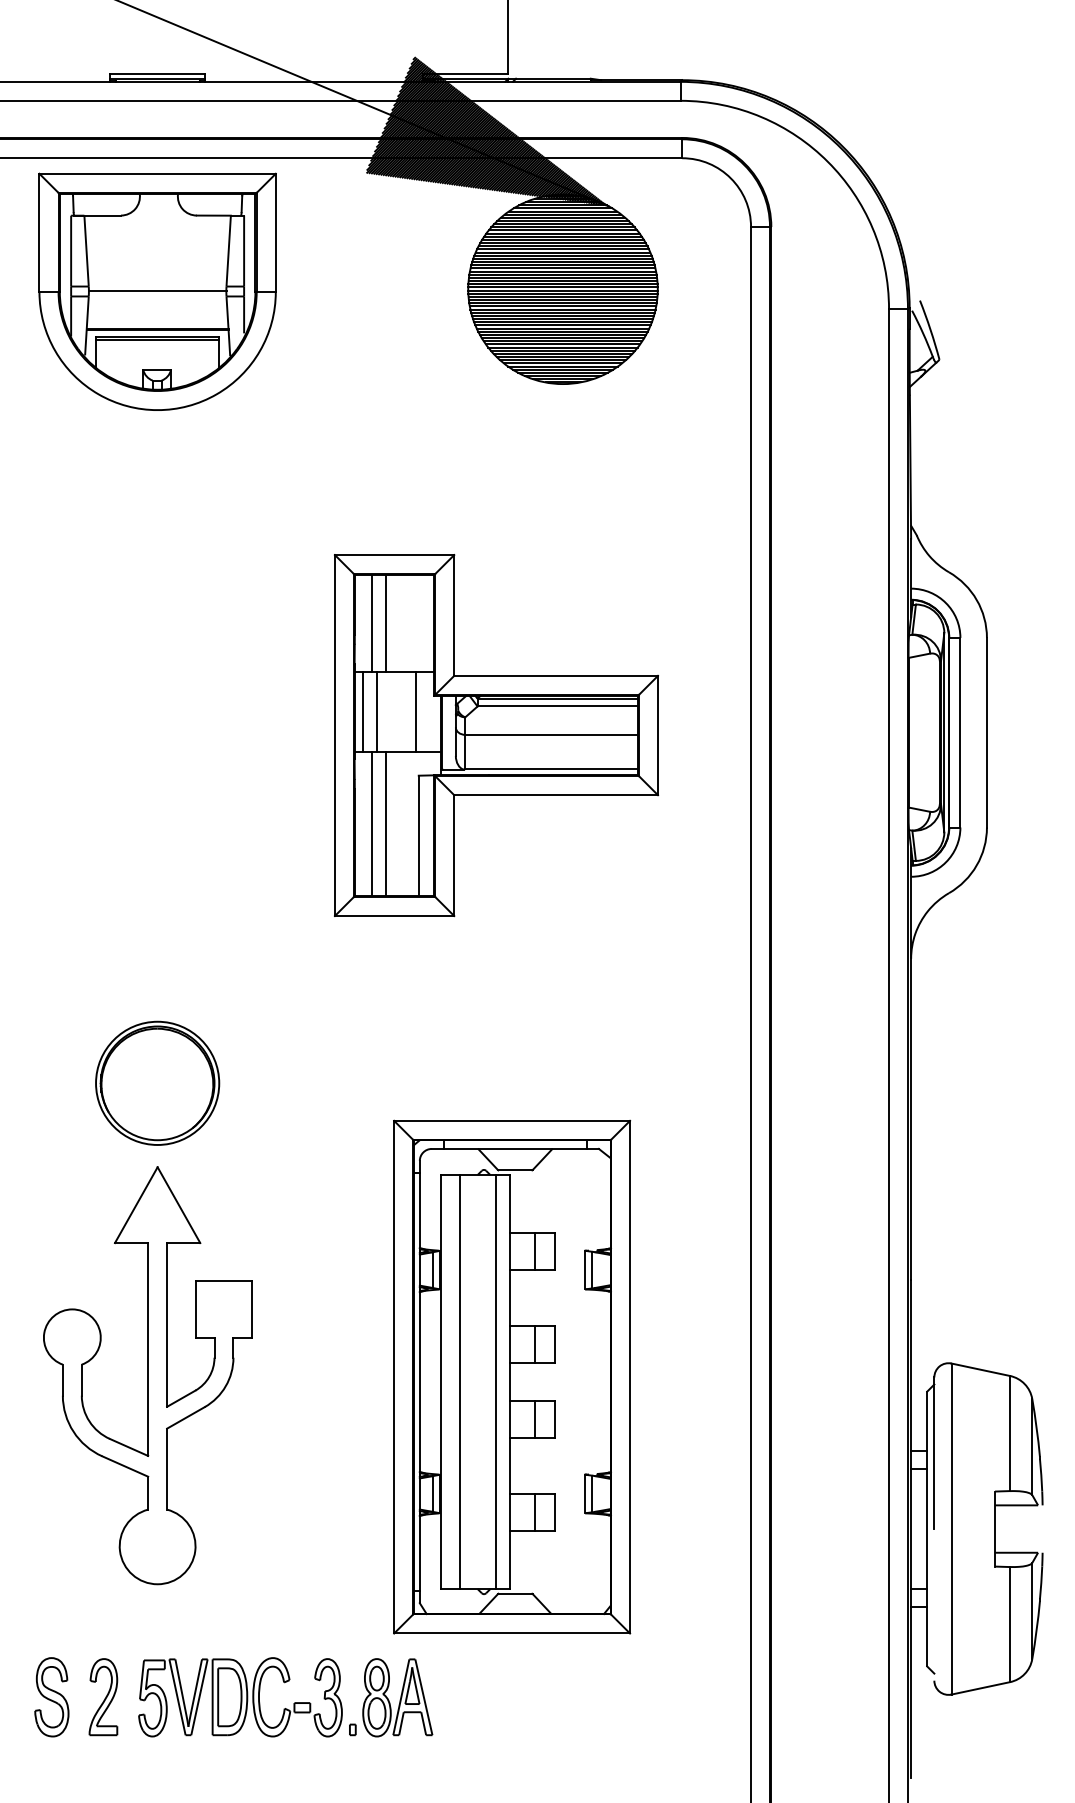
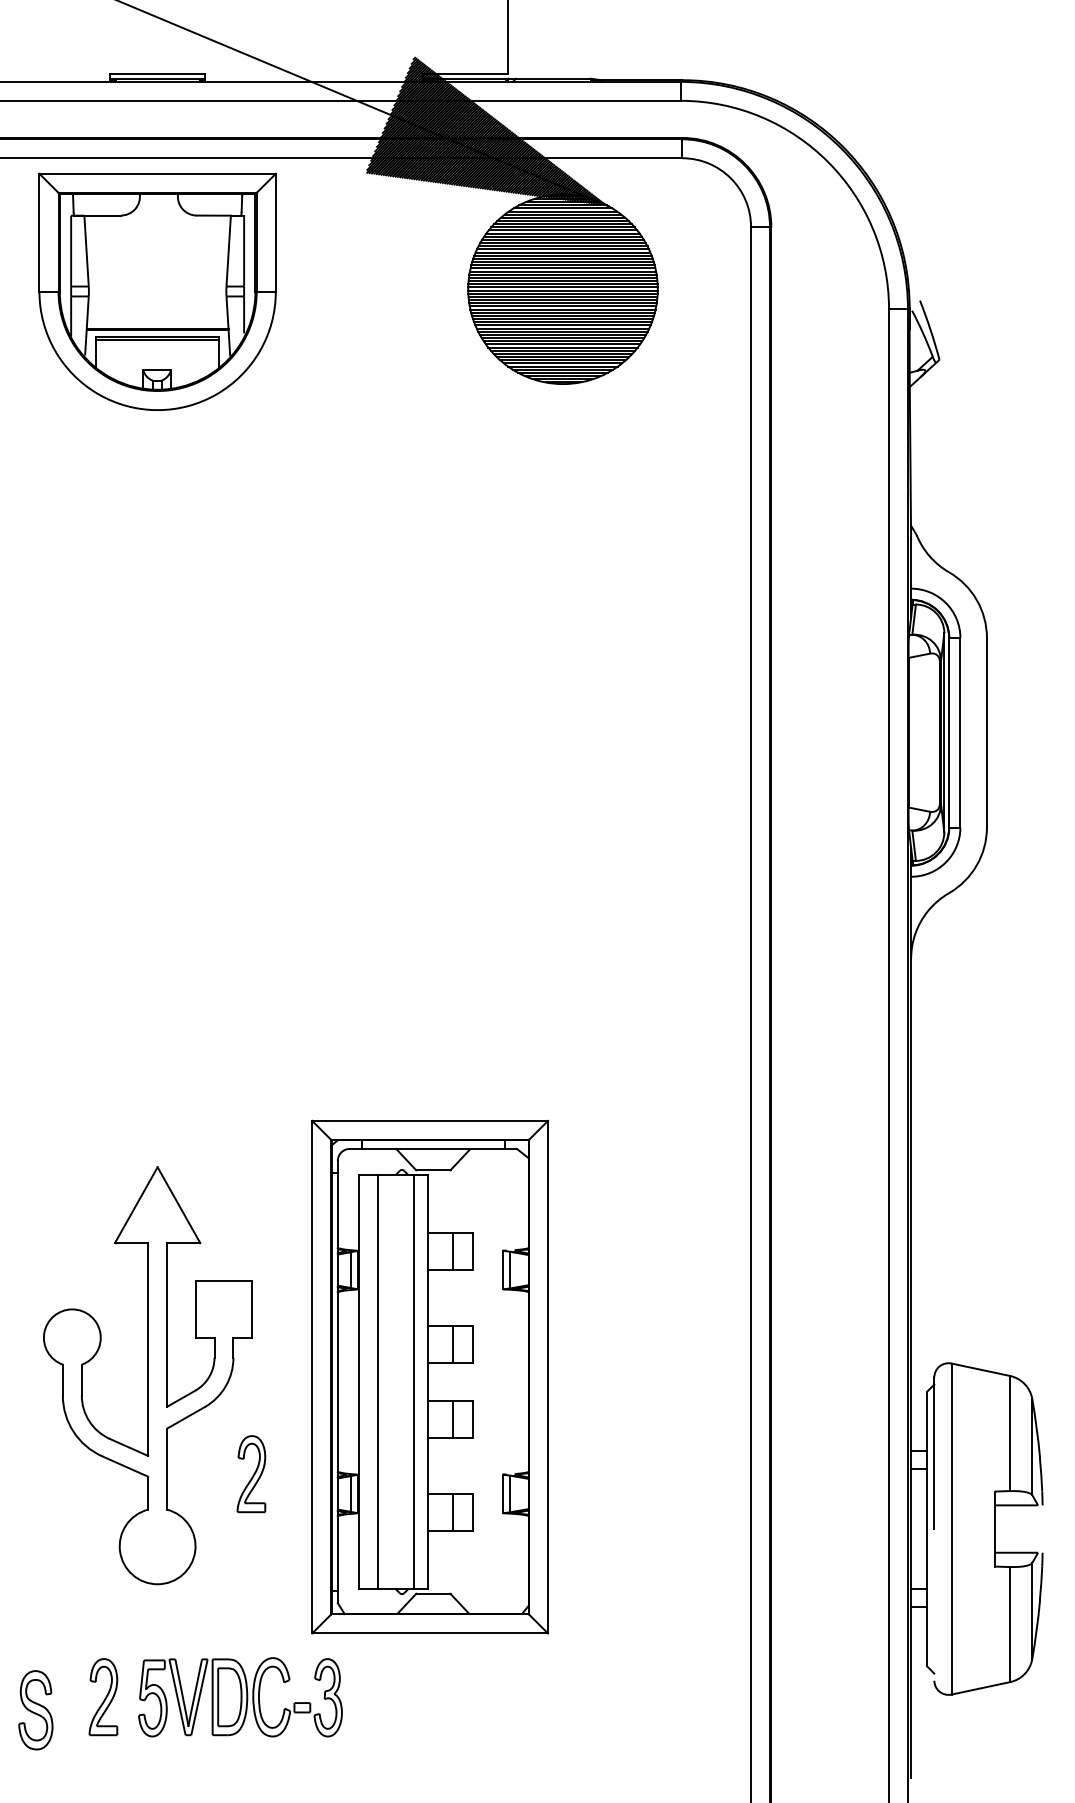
line at (157, 291): present -> none
part at (496, 735): present -> none
part at (157, 1082): present -> none
part at (512, 1376) position: (512, 1376) -> (430, 1376)
part at (251, 1474): none -> present
part at (51, 1697) position: (51, 1697) -> (35, 1710)
part at (391, 1697): present -> none
